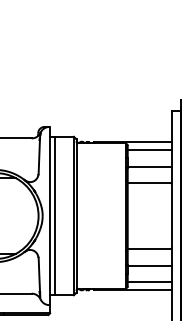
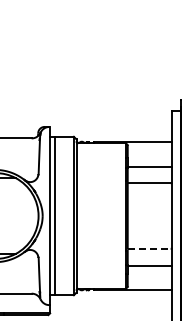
line at (149, 150): present -> none
line at (149, 248): solid -> dashed
line at (149, 282): present -> none
